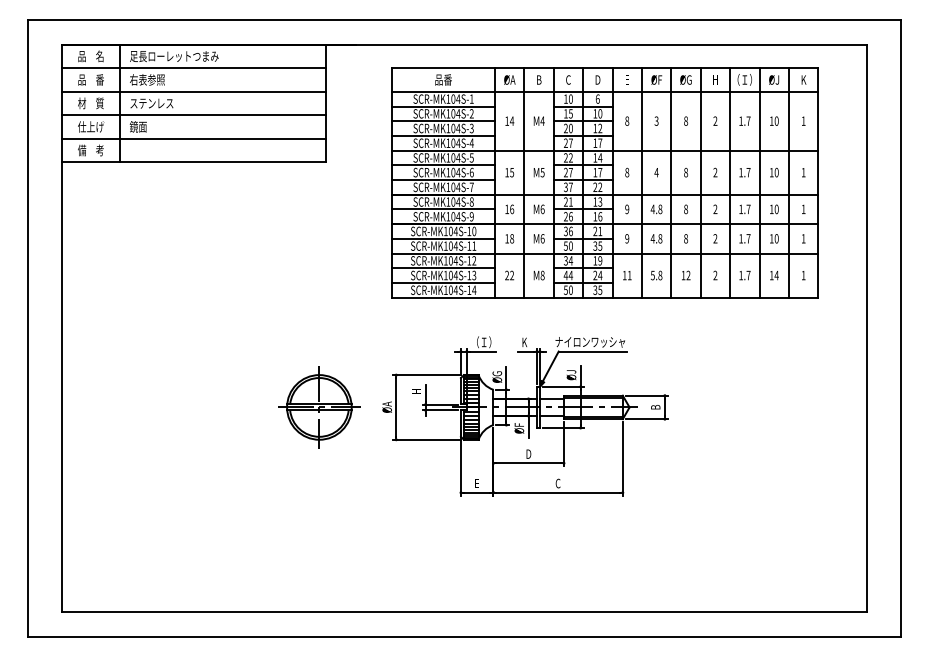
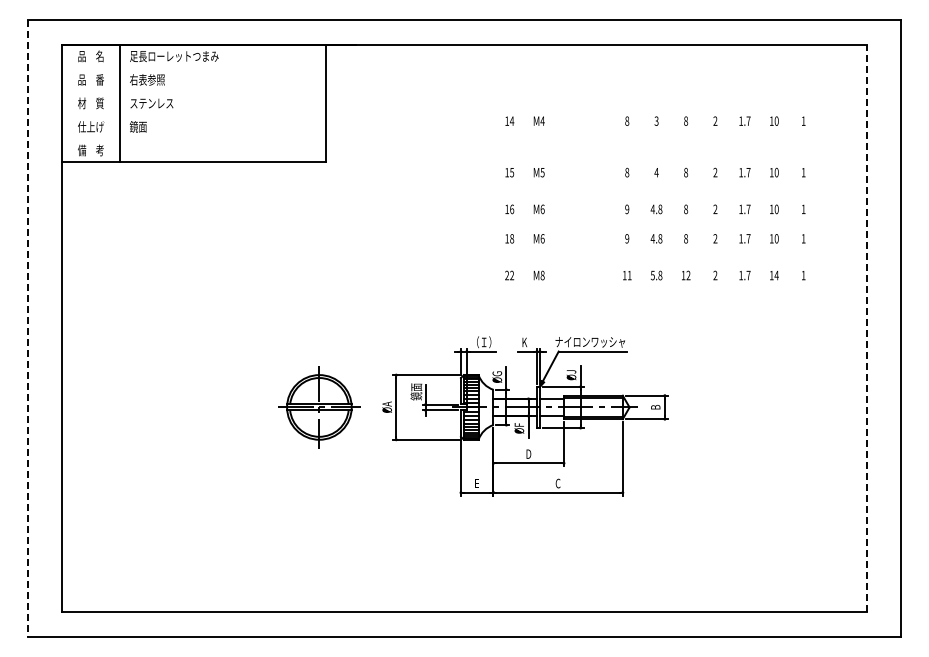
line at (193, 68): present -> none
line at (193, 91): present -> none
line at (193, 115): present -> none
line at (193, 138): present -> none
part at (604, 182): present -> none
line at (27, 328): solid -> dashed
line at (867, 328): solid -> dashed
text at (416, 391): H -> 鏡面
